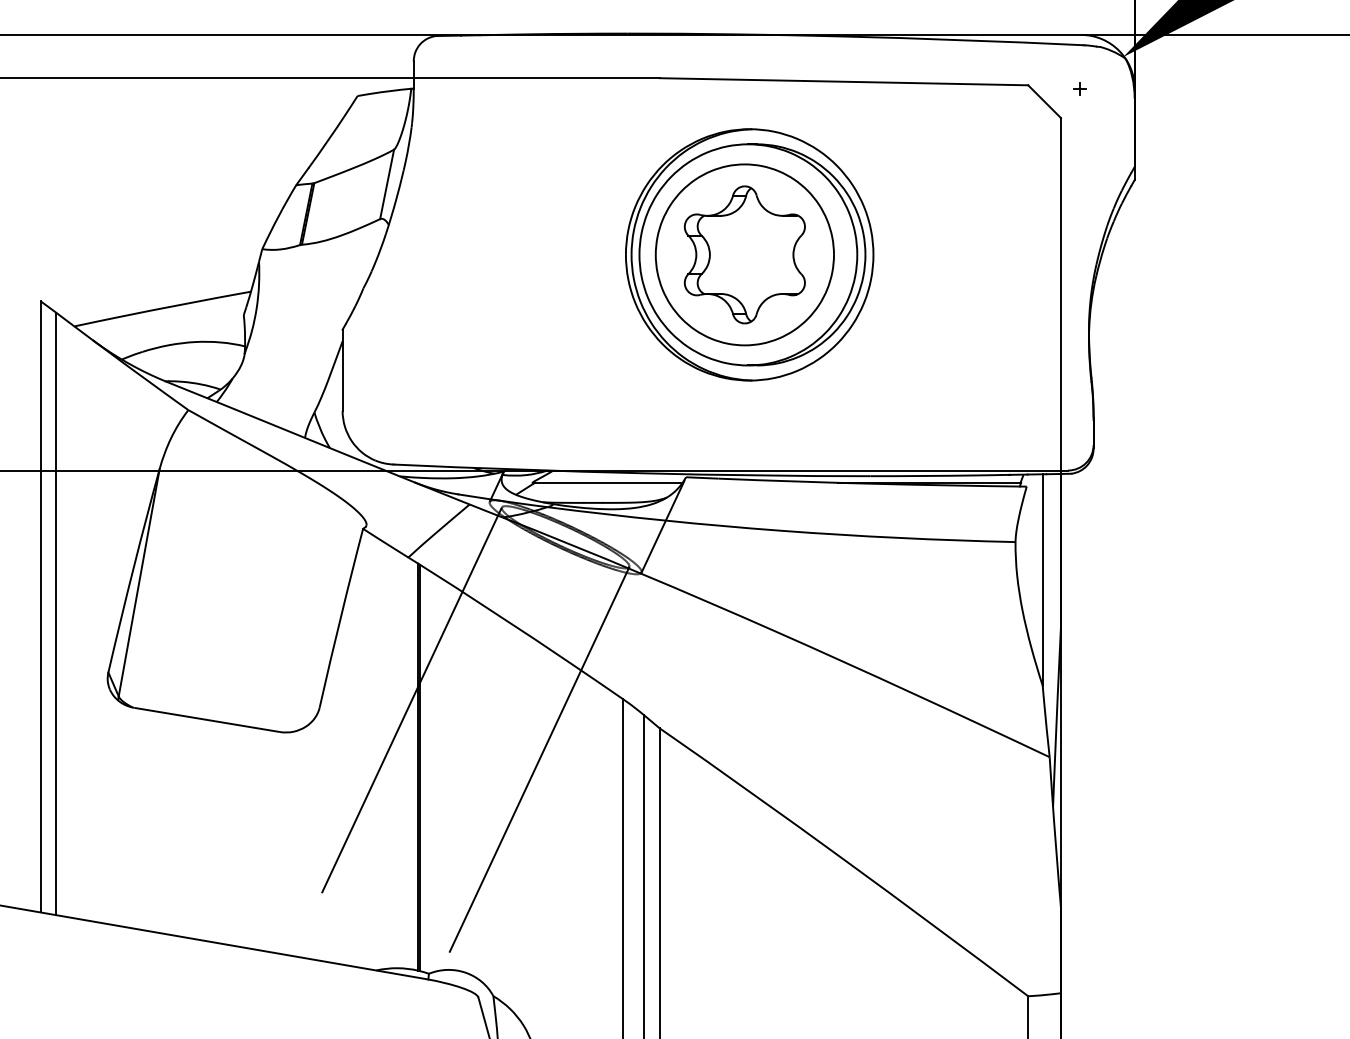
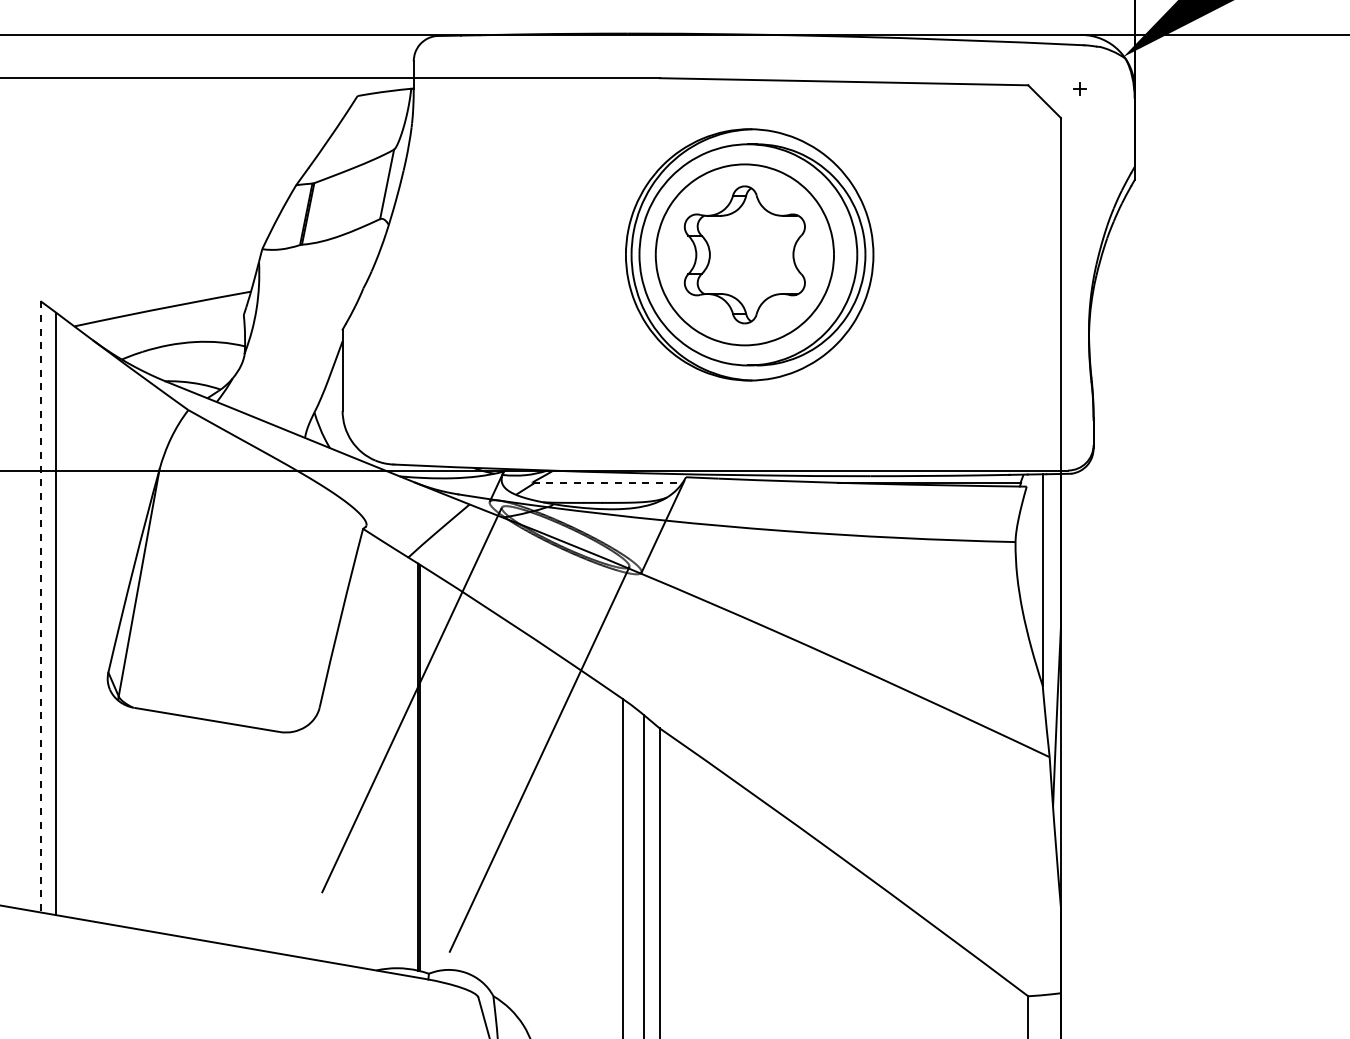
line at (607, 482): solid -> dashed
line at (40, 606): solid -> dashed
